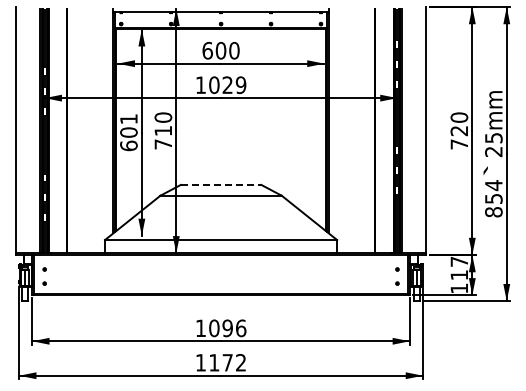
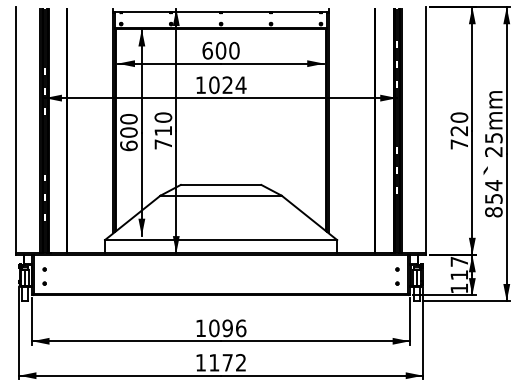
text at (240, 85): 1029 -> 1024
text at (128, 119): 601 -> 600
line at (221, 184): dashed -> solid
